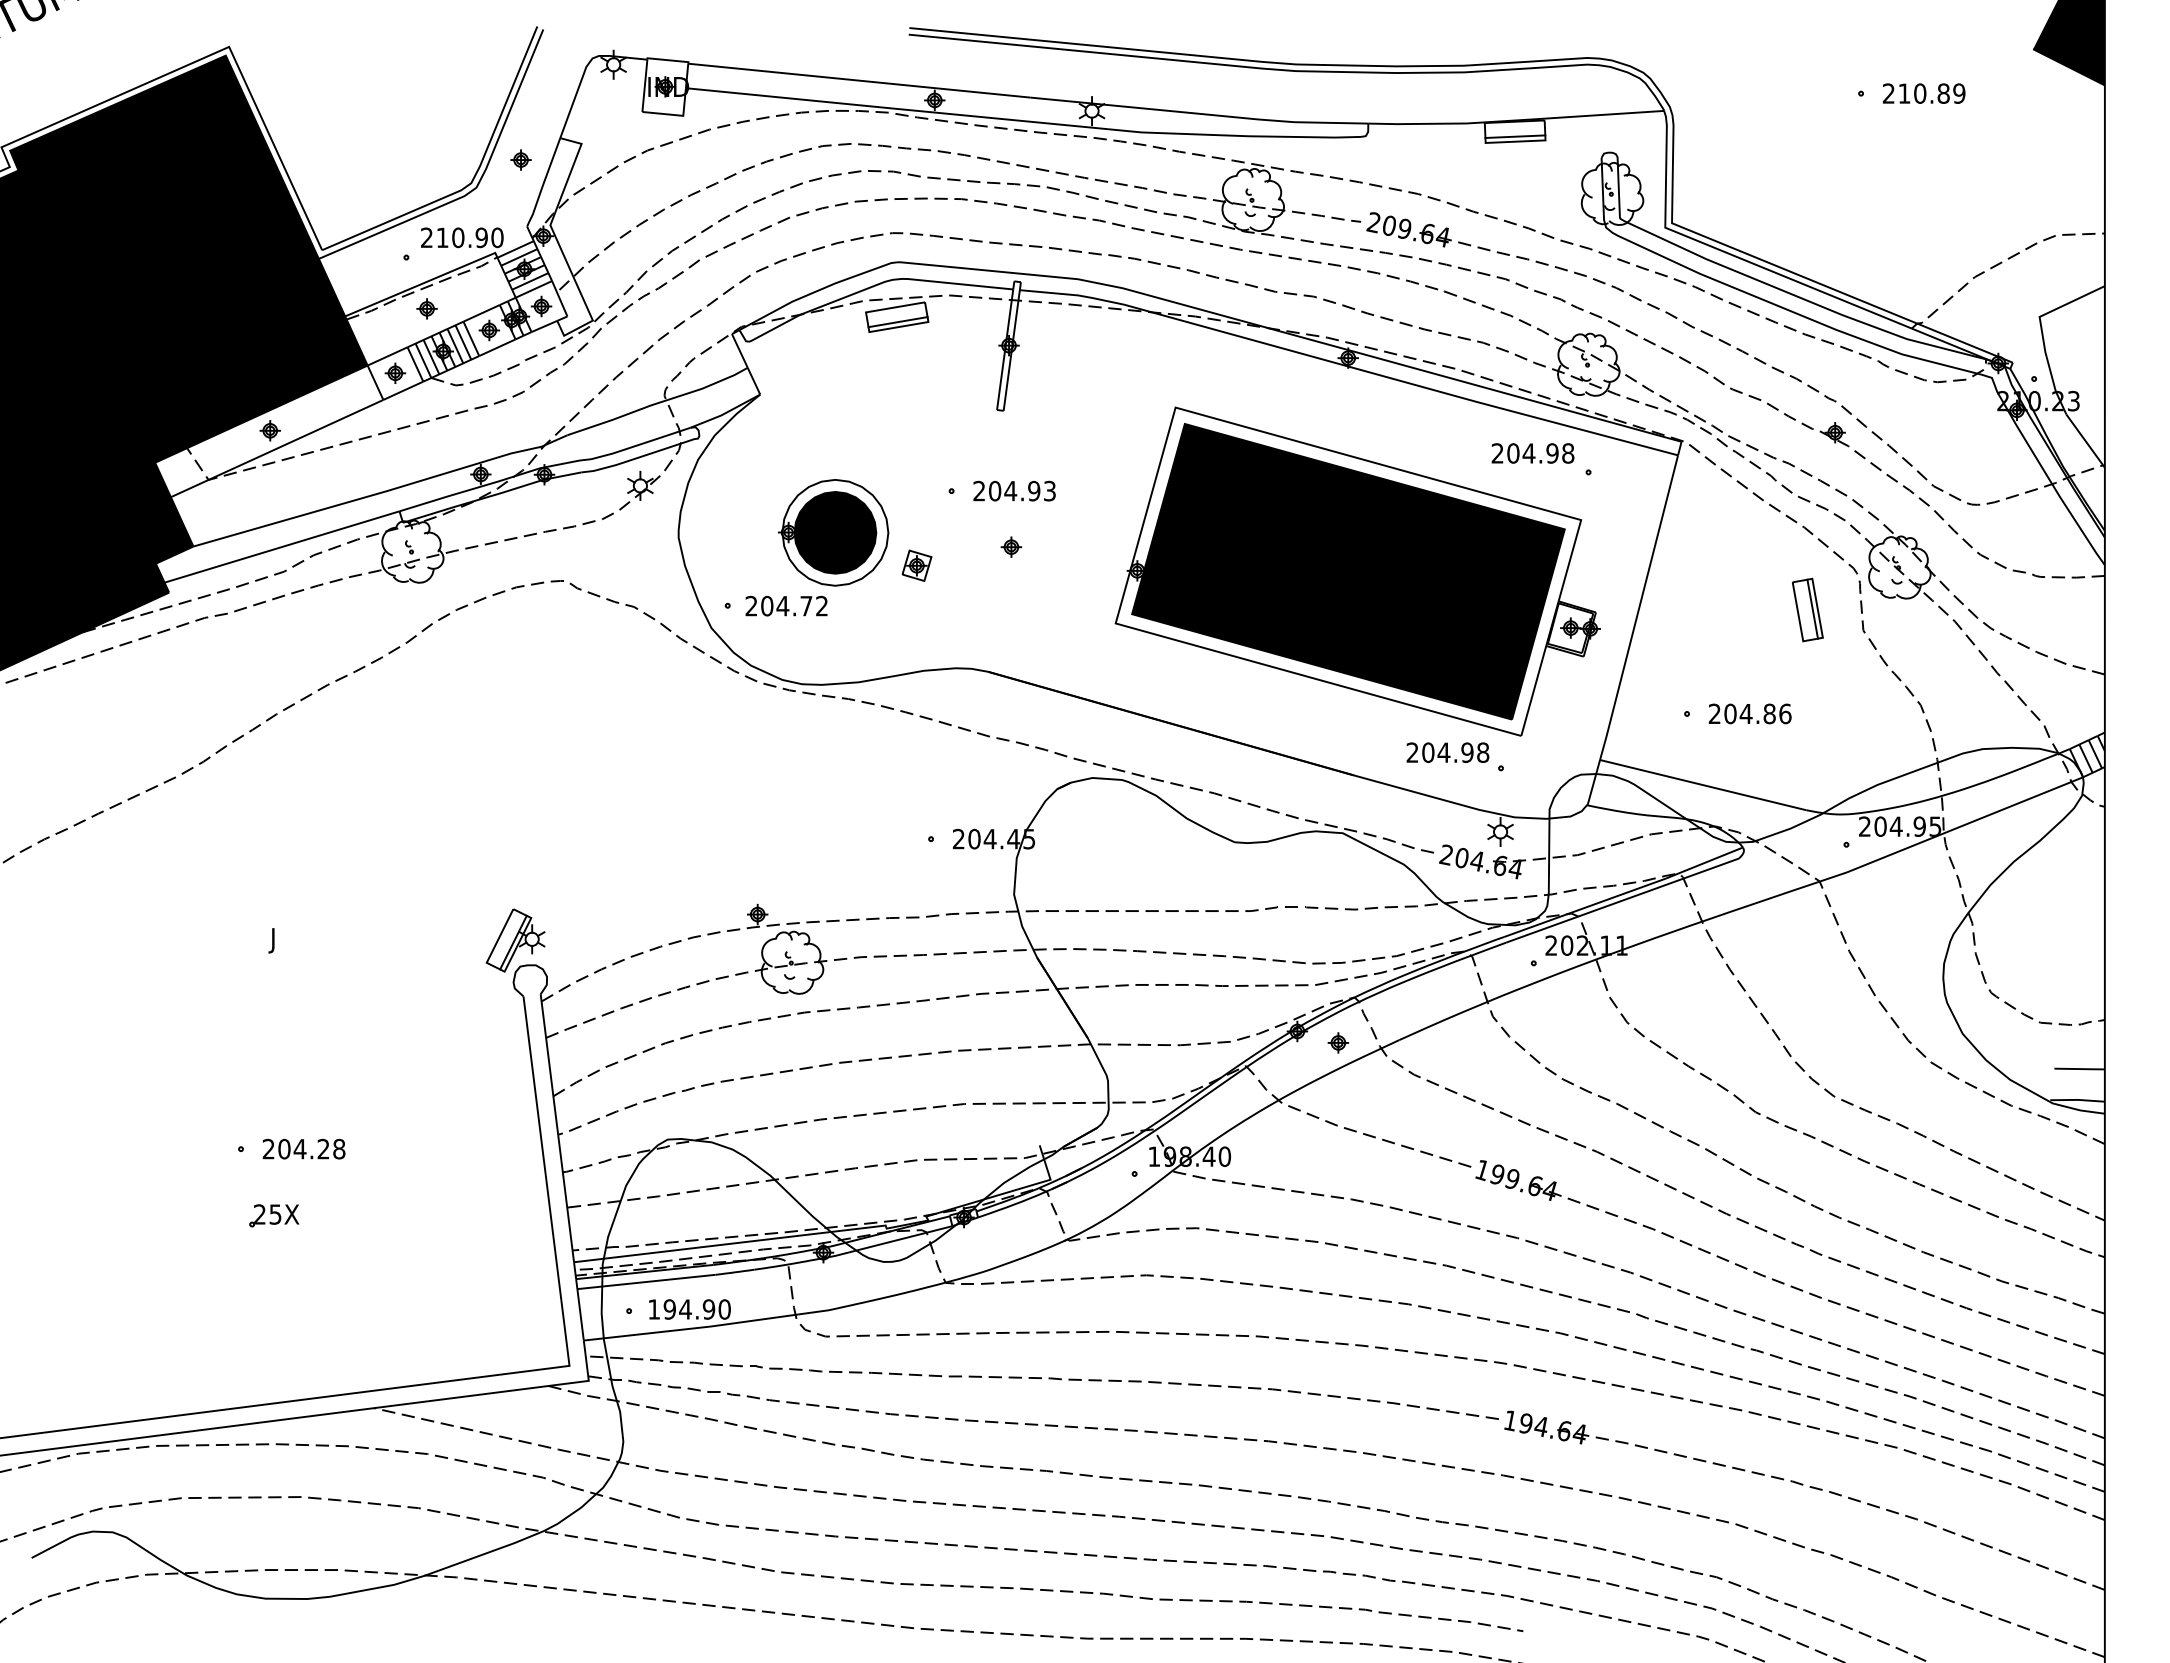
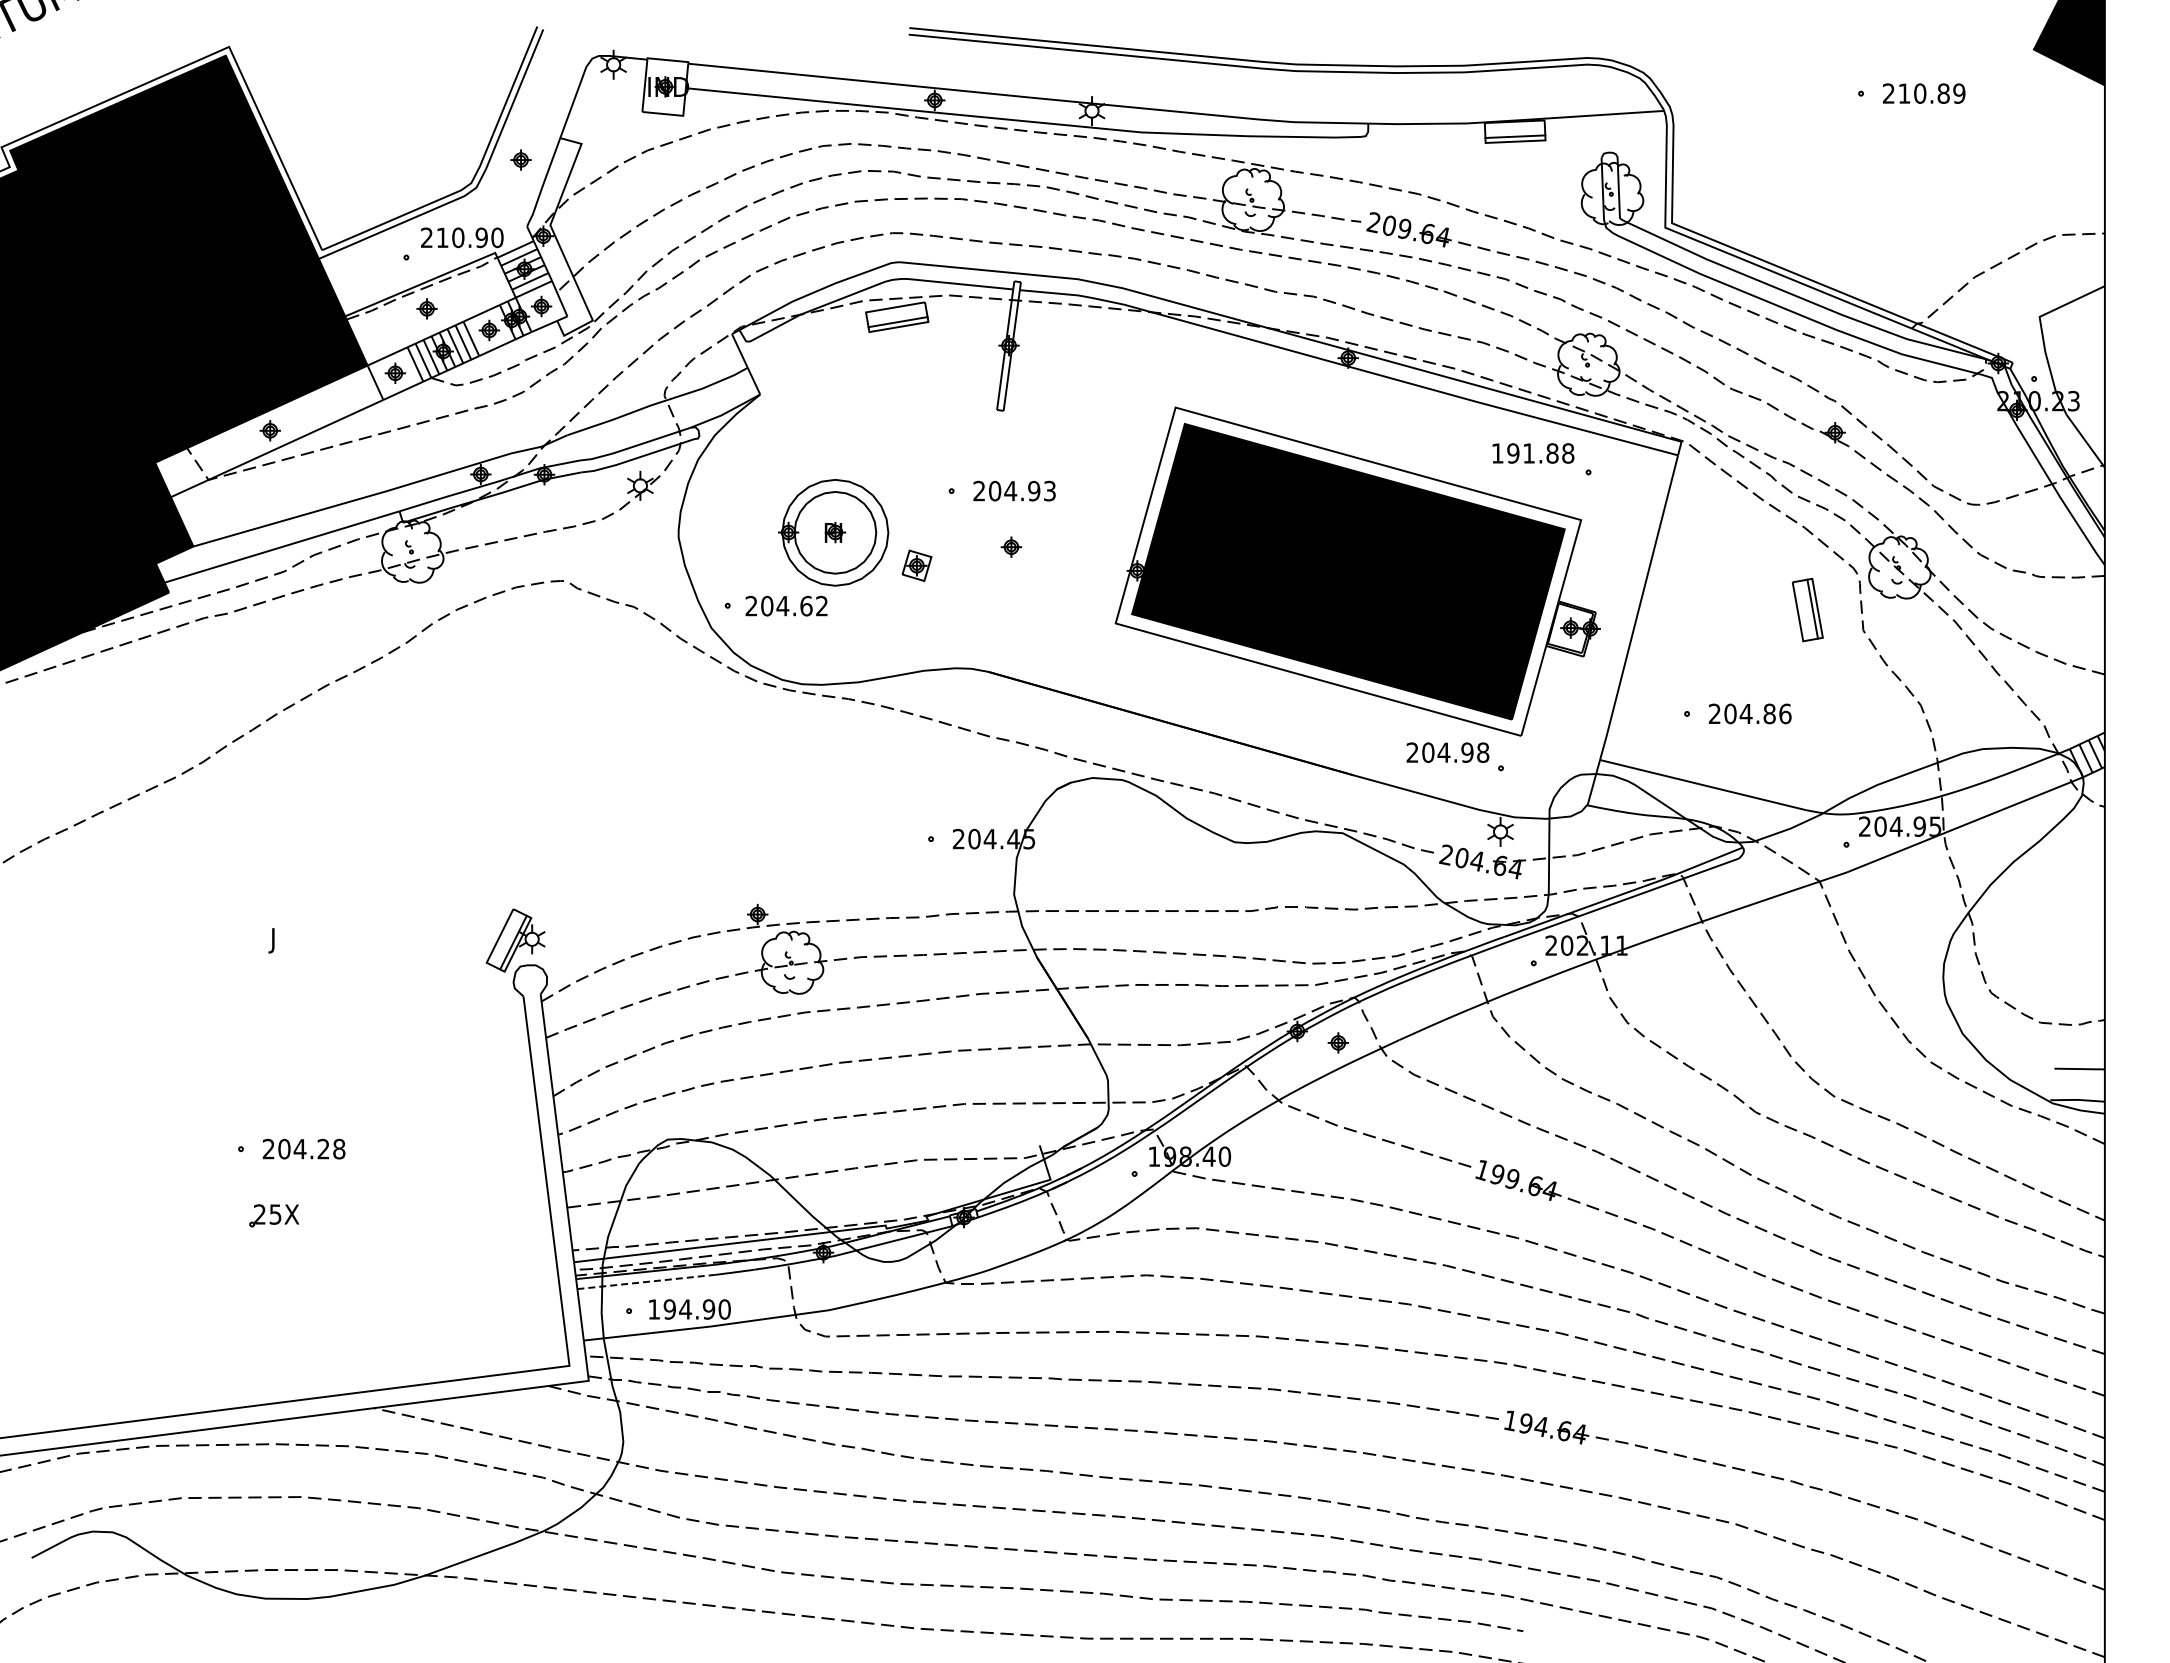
text at (1524, 453): 204.98 -> 191.88
fill at (835, 532): present -> none
text at (806, 605): 204.72 -> 204.62
line at (646, 1282): solid -> dashed
